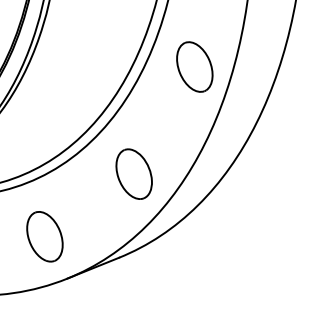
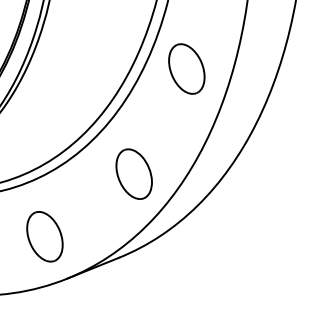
part at (194, 66) position: (194, 66) -> (186, 68)
